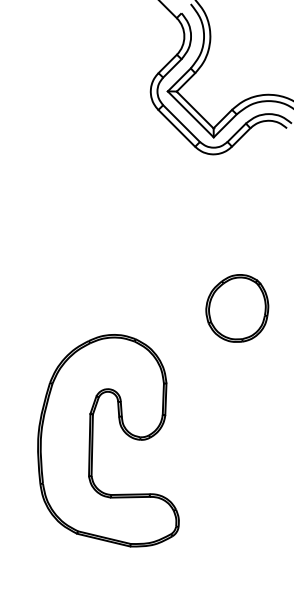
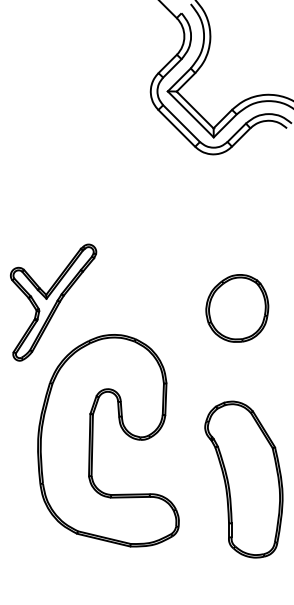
part at (53, 302): none -> present
part at (243, 479): none -> present
